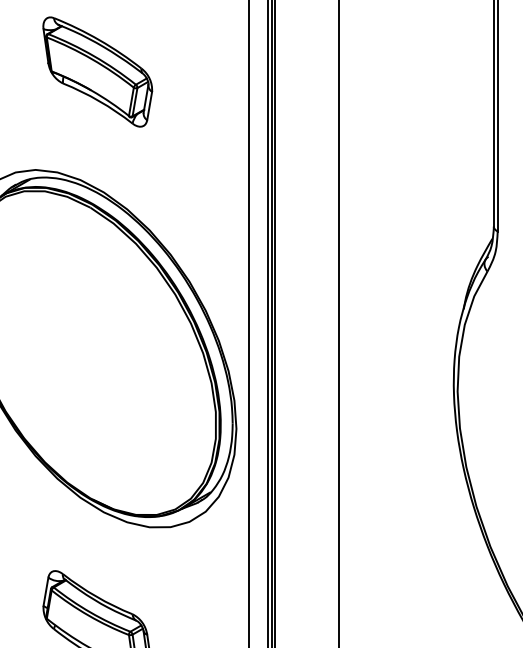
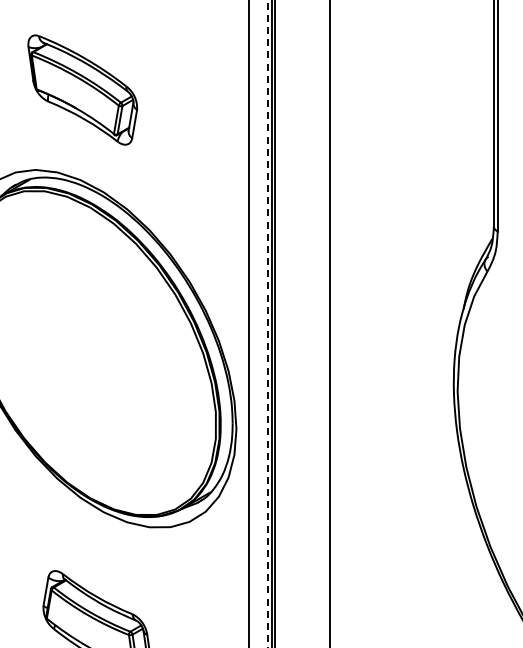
part at (97, 71) position: (97, 71) -> (82, 89)
line at (267, 323): solid -> dashed
line at (339, 323) position: (339, 323) -> (330, 323)
